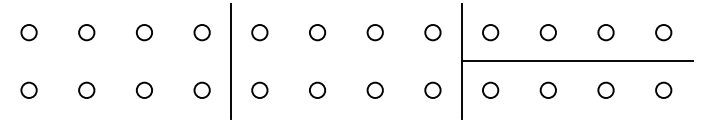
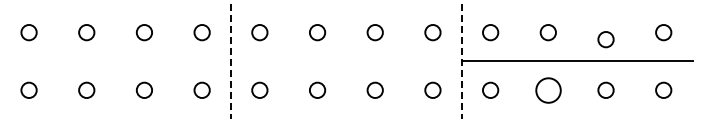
circle at (605, 32) position: (605, 32) -> (605, 39)
line at (231, 61): solid -> dashed
line at (461, 61): solid -> dashed
circle at (547, 89) size: 18x18 px -> 27x27 px
